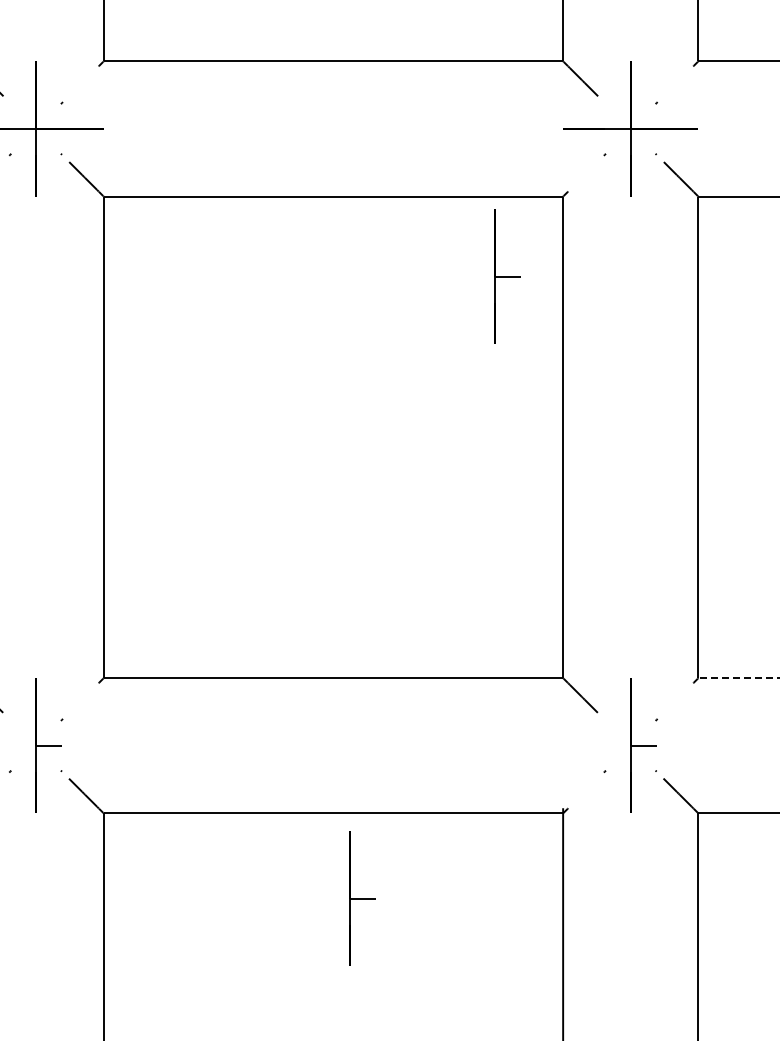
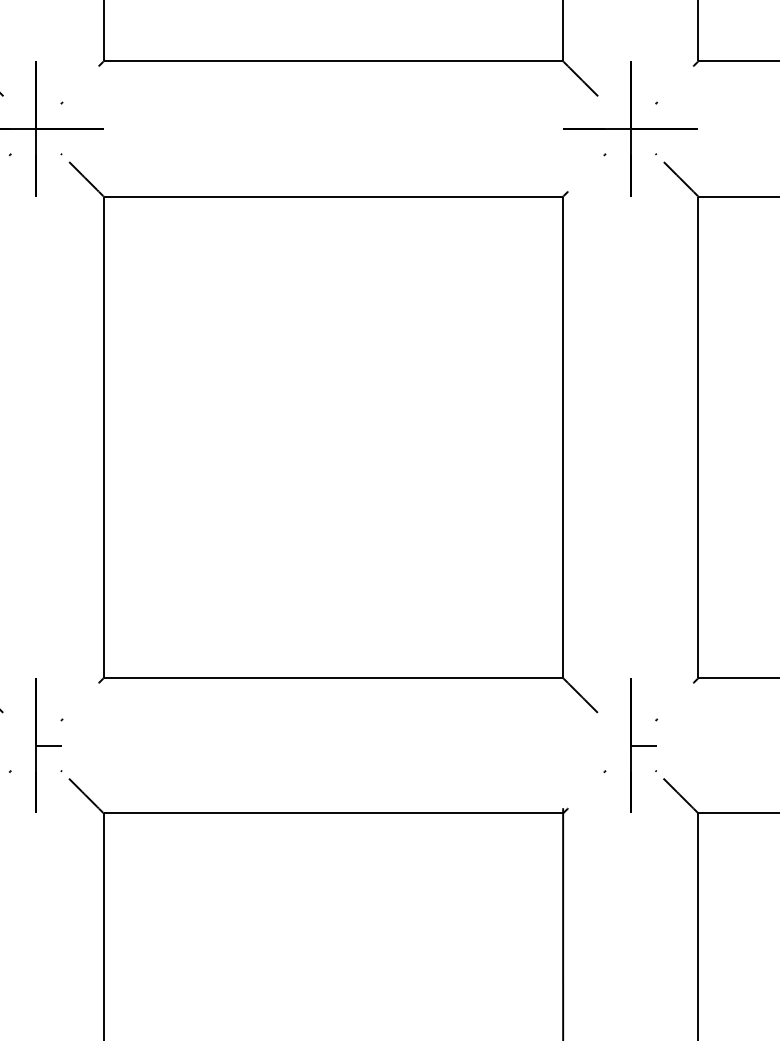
part at (507, 276): present -> none
line at (738, 678): dashed -> solid
part at (362, 898): present -> none
